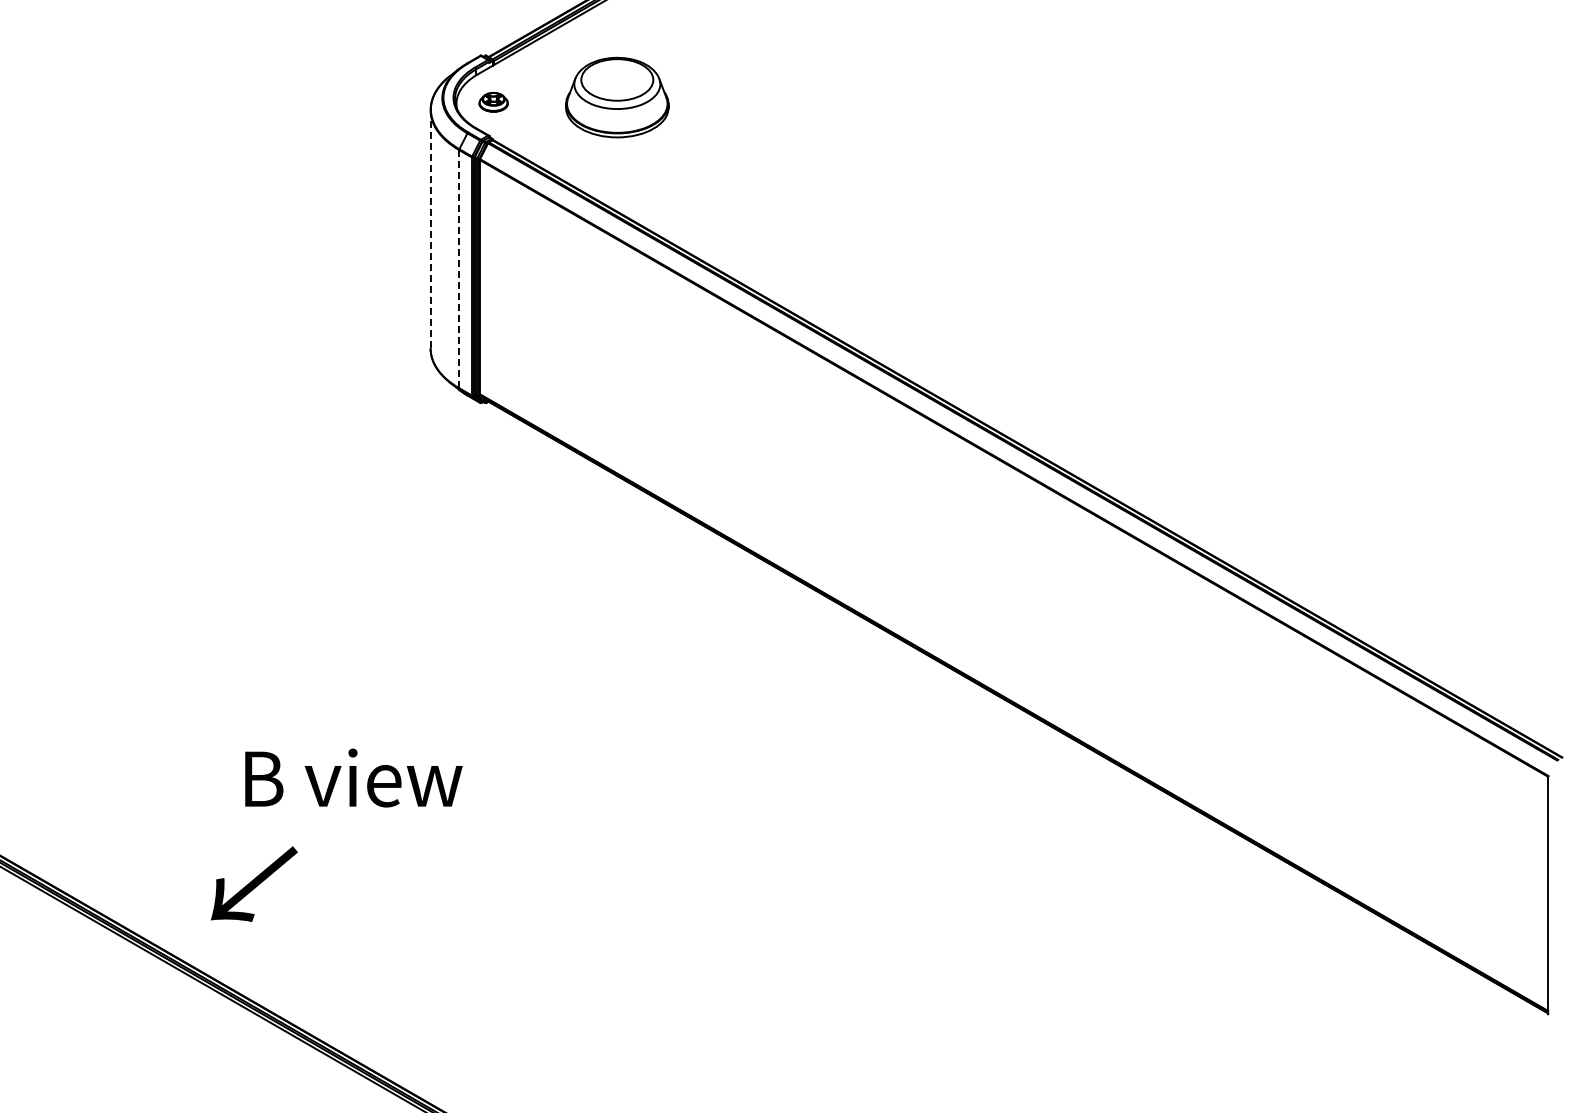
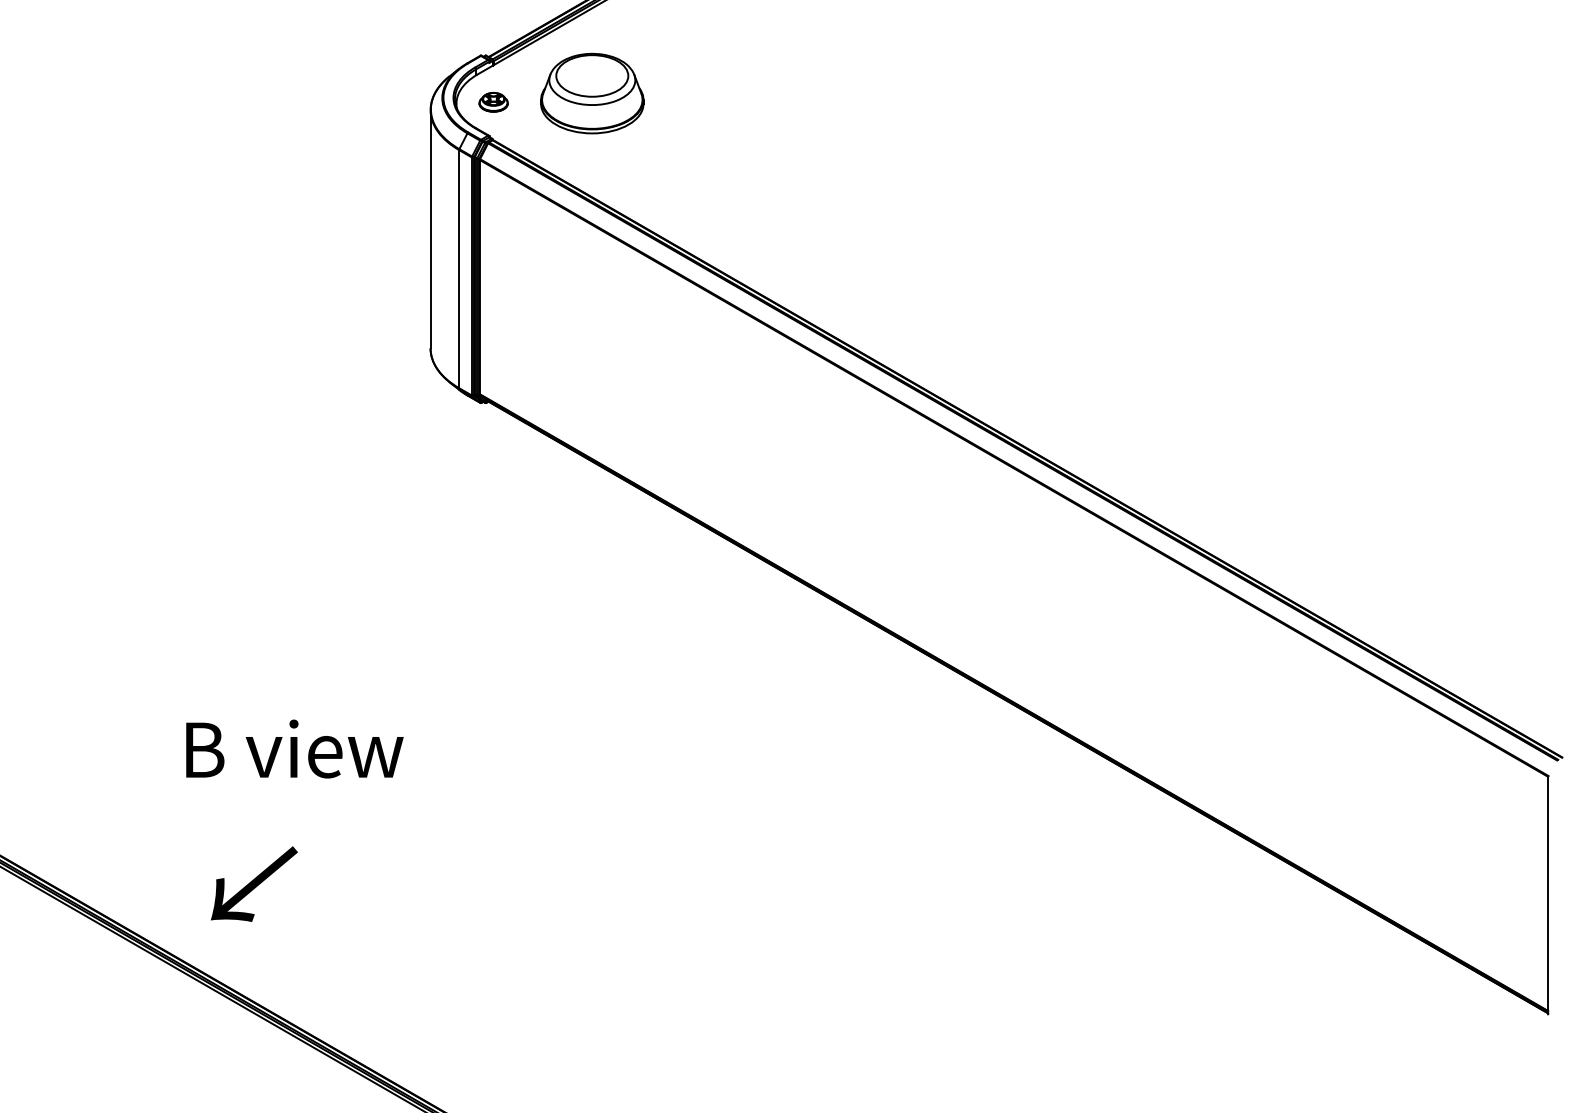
part at (617, 97) position: (617, 97) -> (592, 93)
line at (430, 229): dashed -> solid
line at (459, 268): dashed -> solid
text at (353, 777) position: (353, 777) -> (294, 748)
